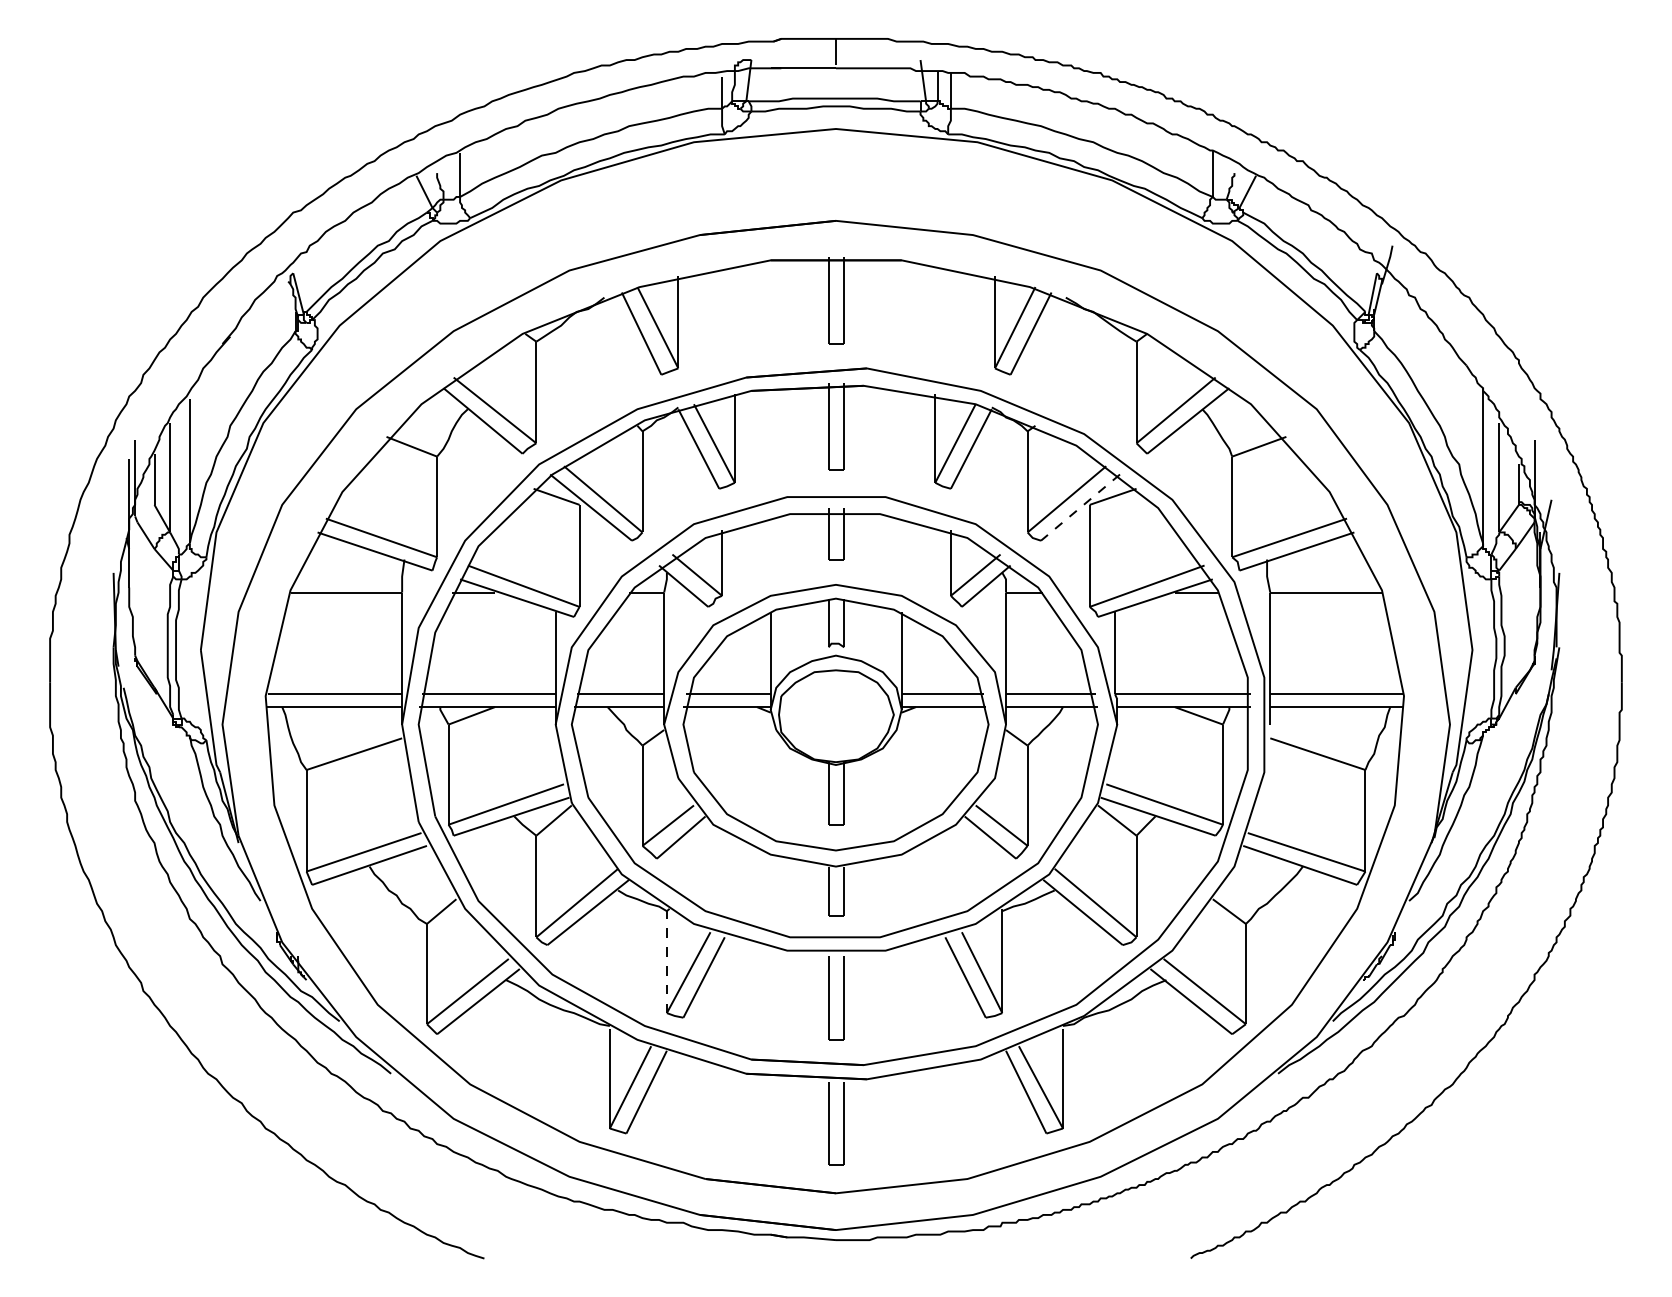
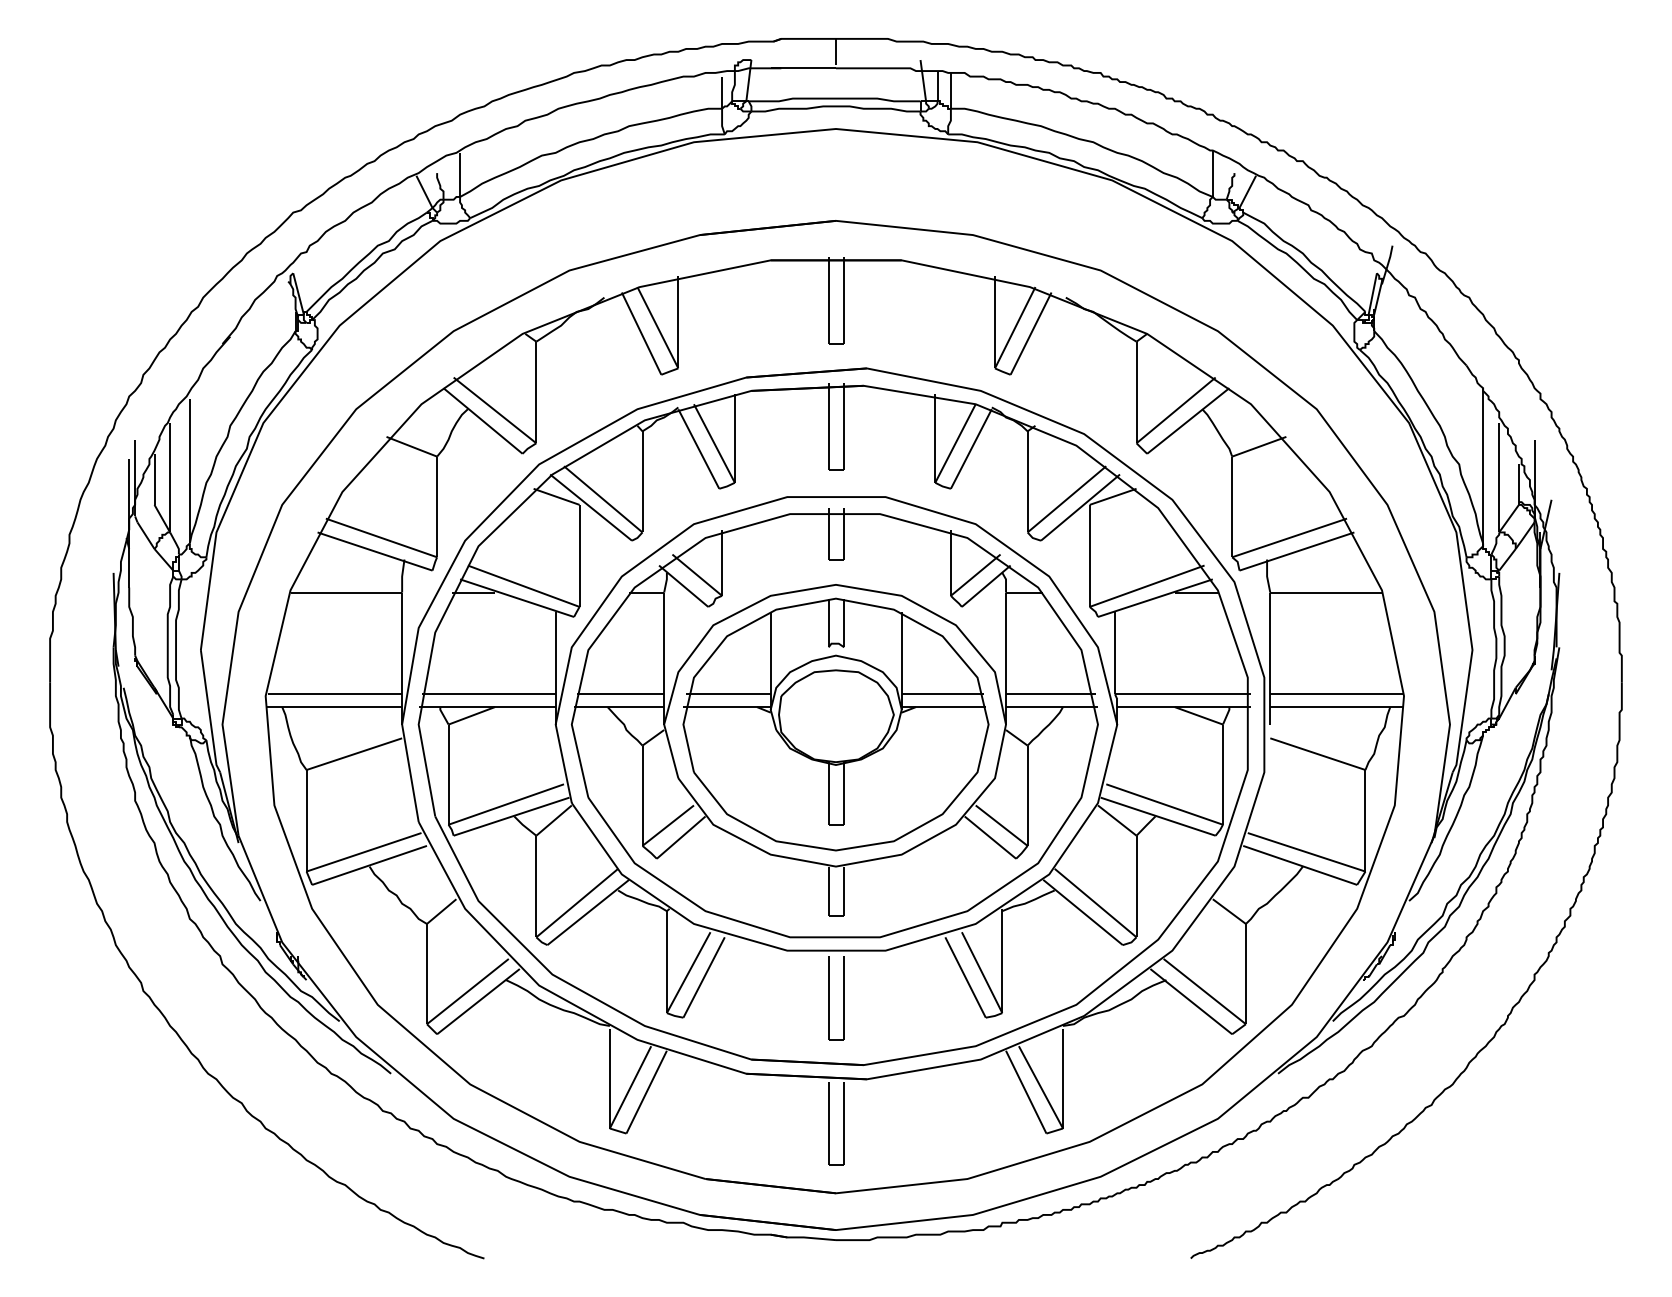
line at (1080, 507): dashed -> solid
line at (666, 962): dashed -> solid
